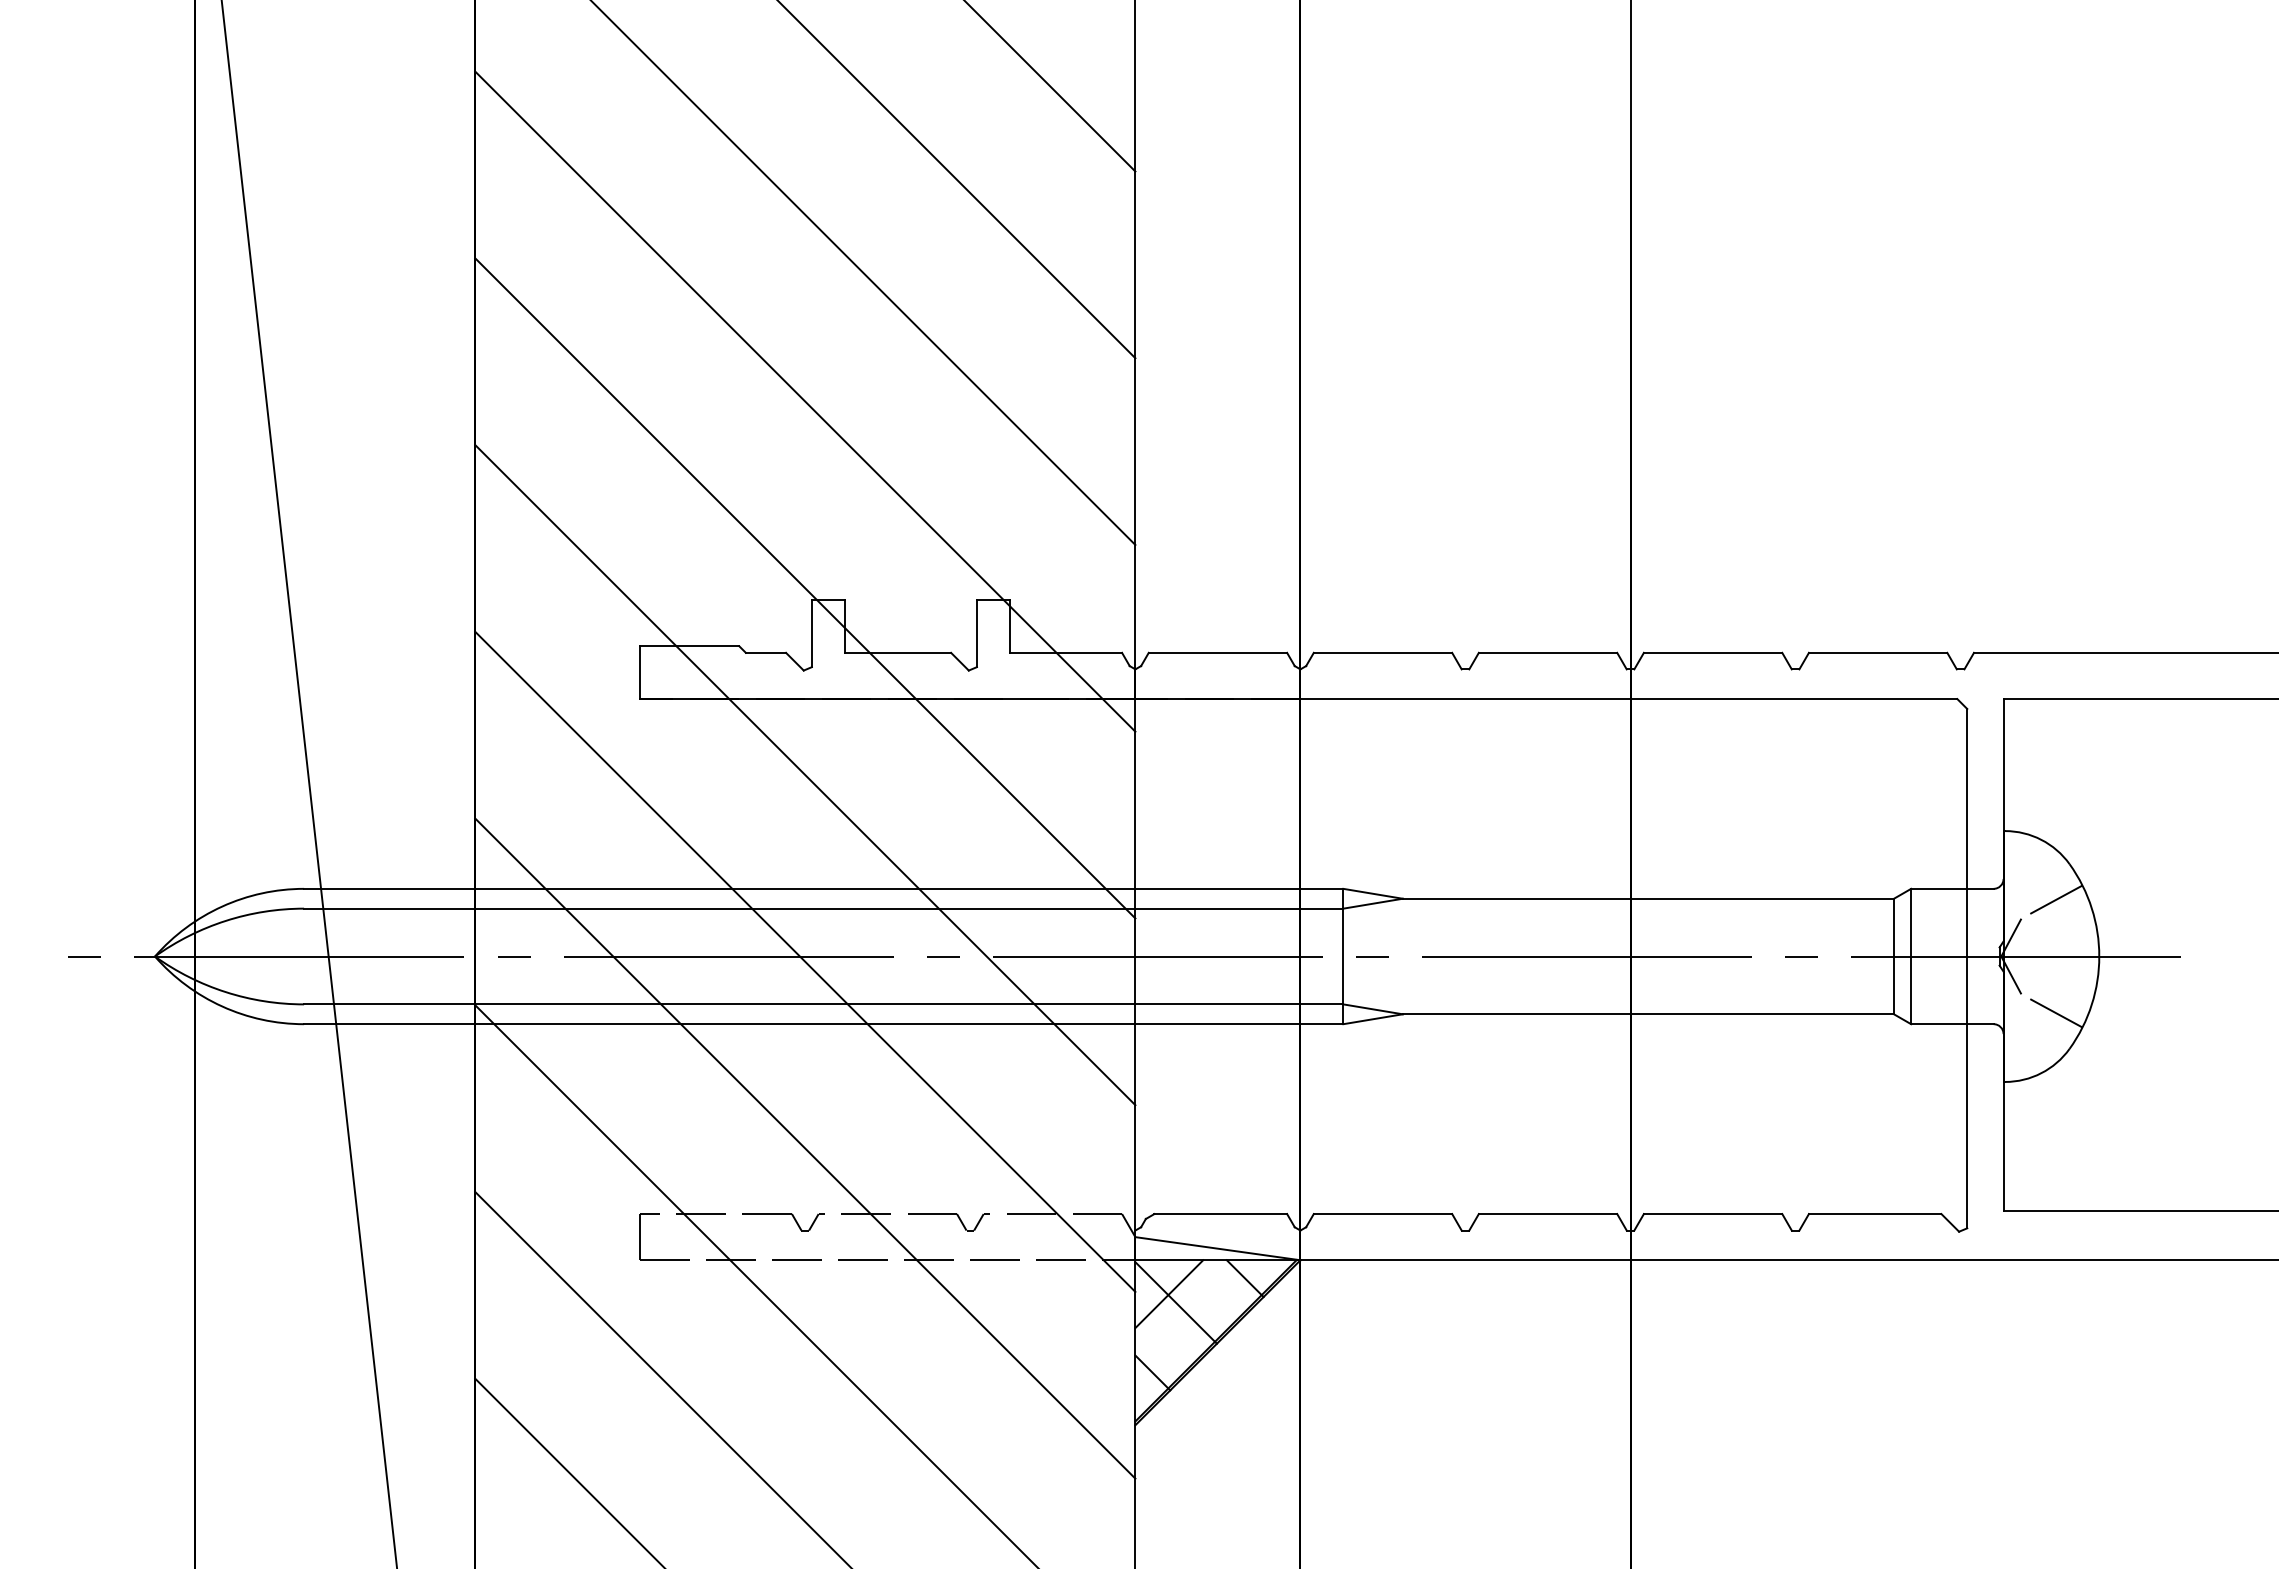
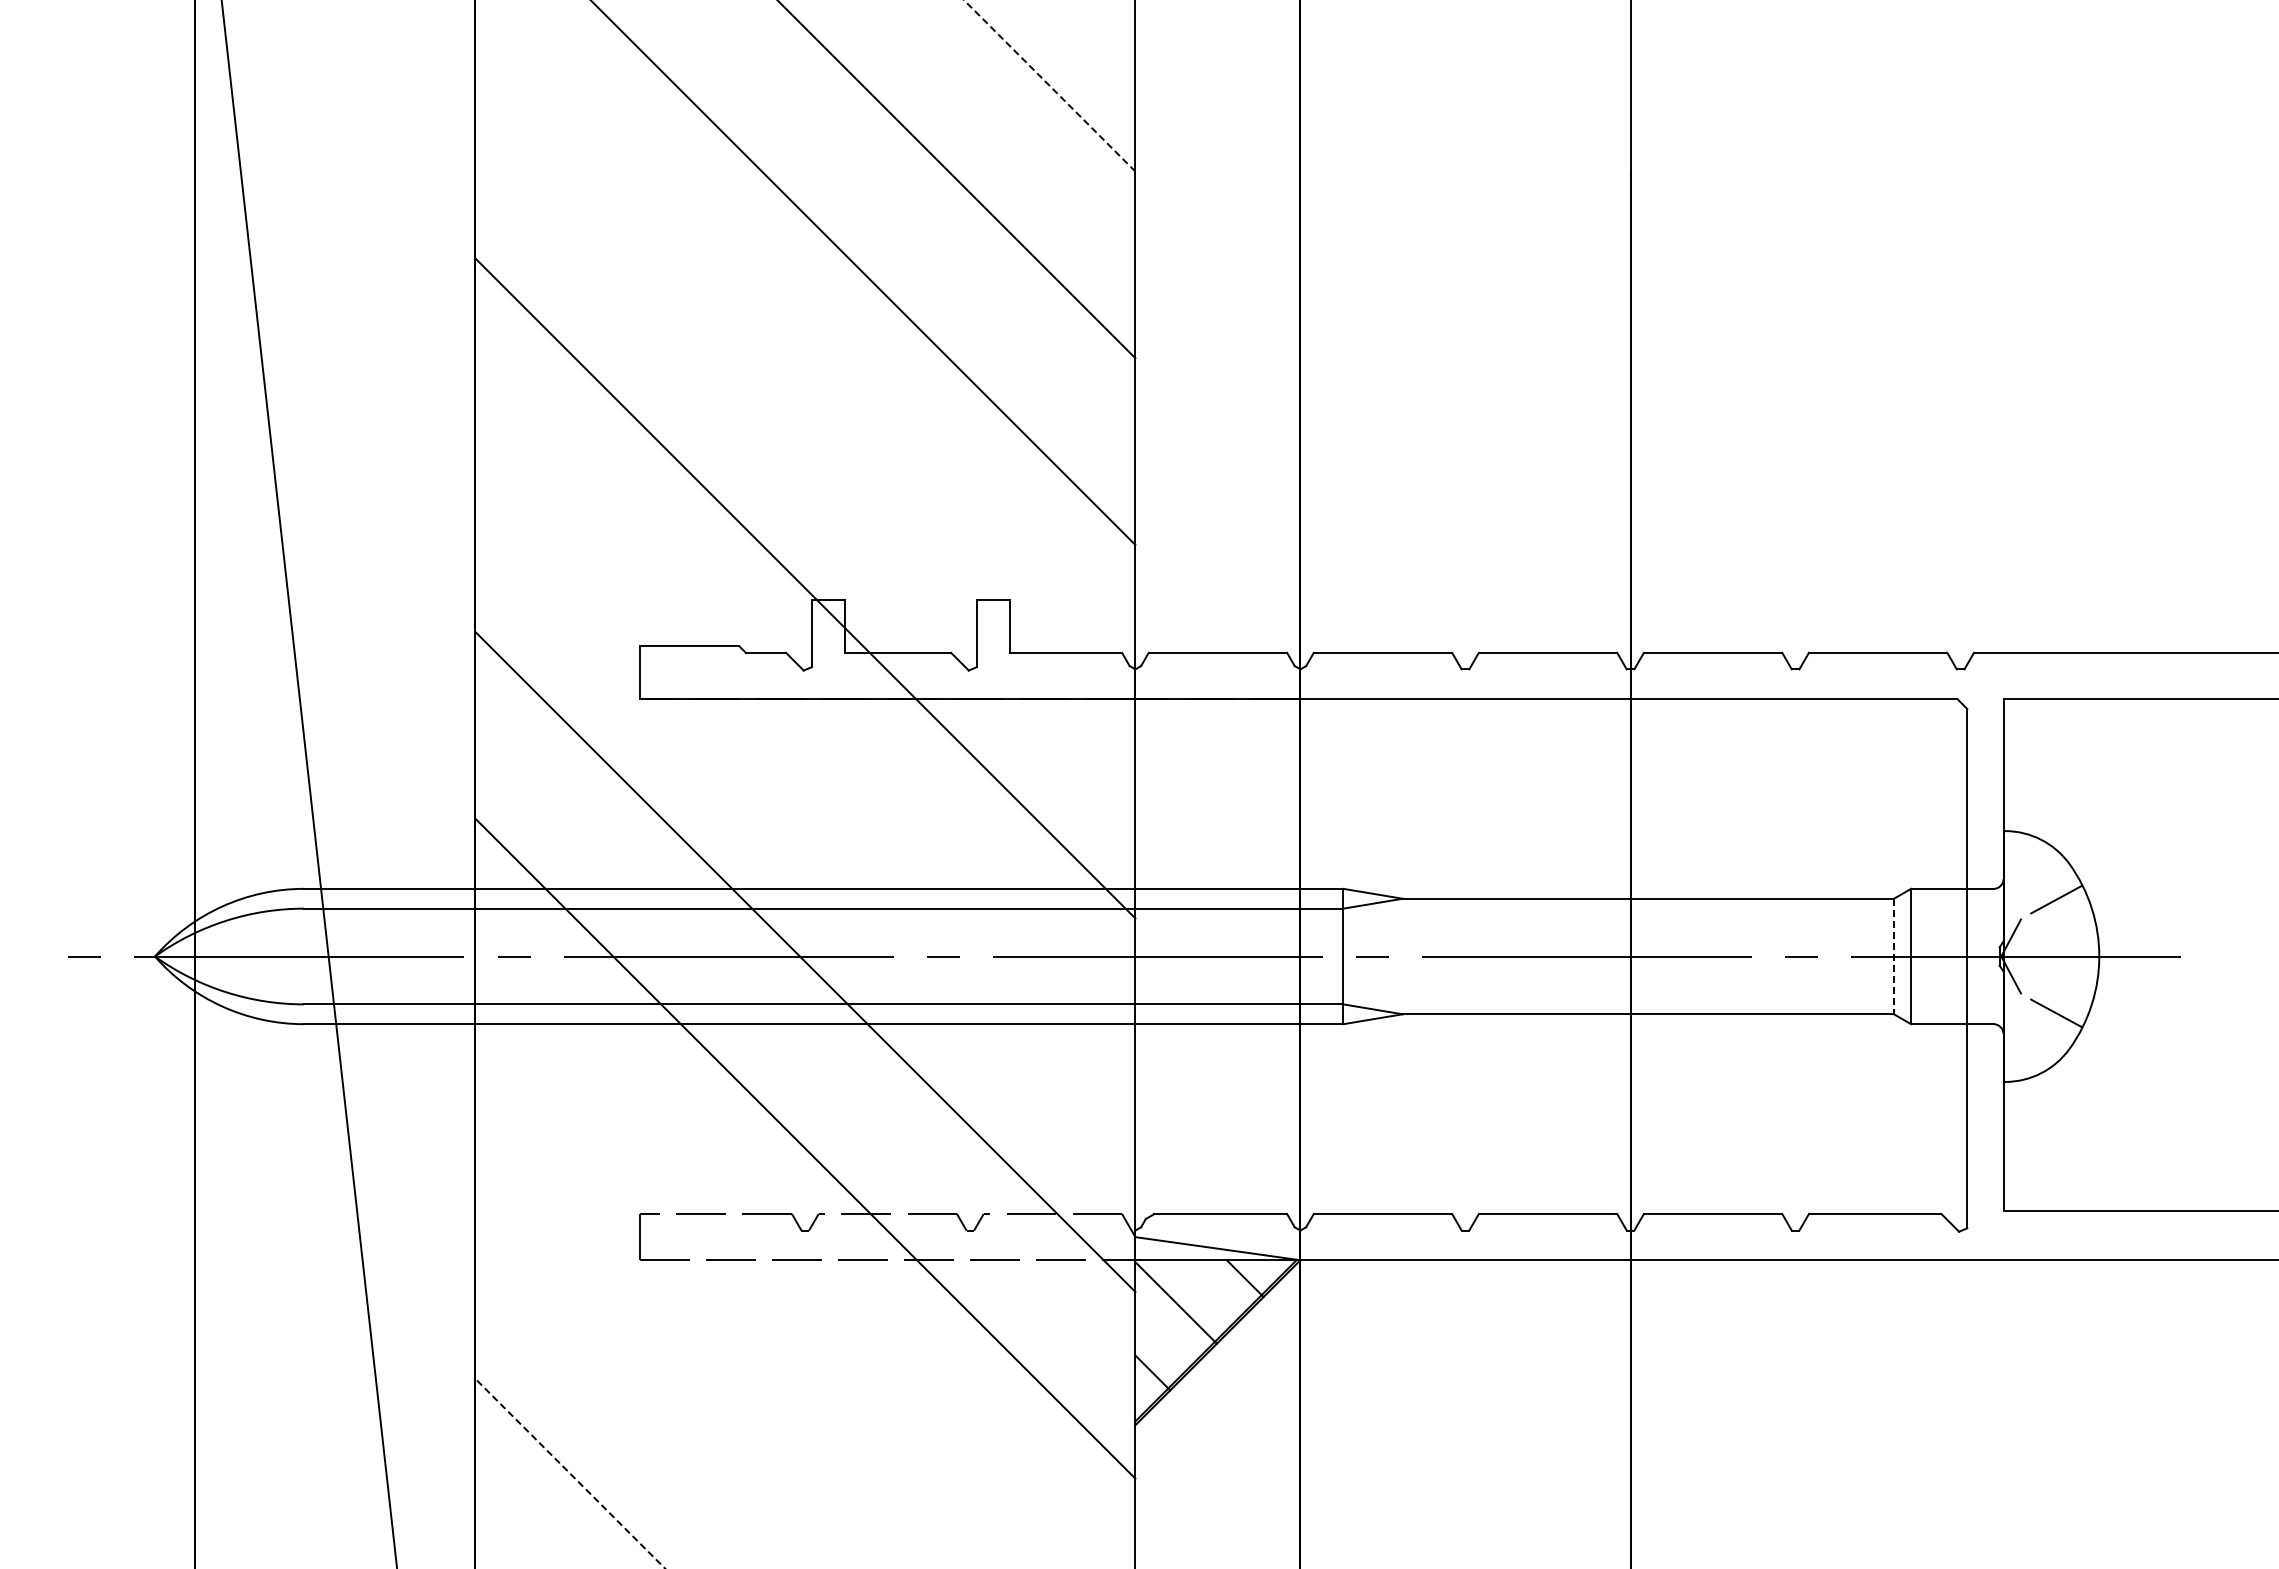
line at (1049, 86): solid -> dashed
line at (805, 401): present -> none
line at (805, 775): present -> none
line at (1893, 956): solid -> dashed
line at (755, 1285): present -> none
line at (1169, 1294): present -> none
line at (661, 1378): present -> none
line at (569, 1473): solid -> dashed
